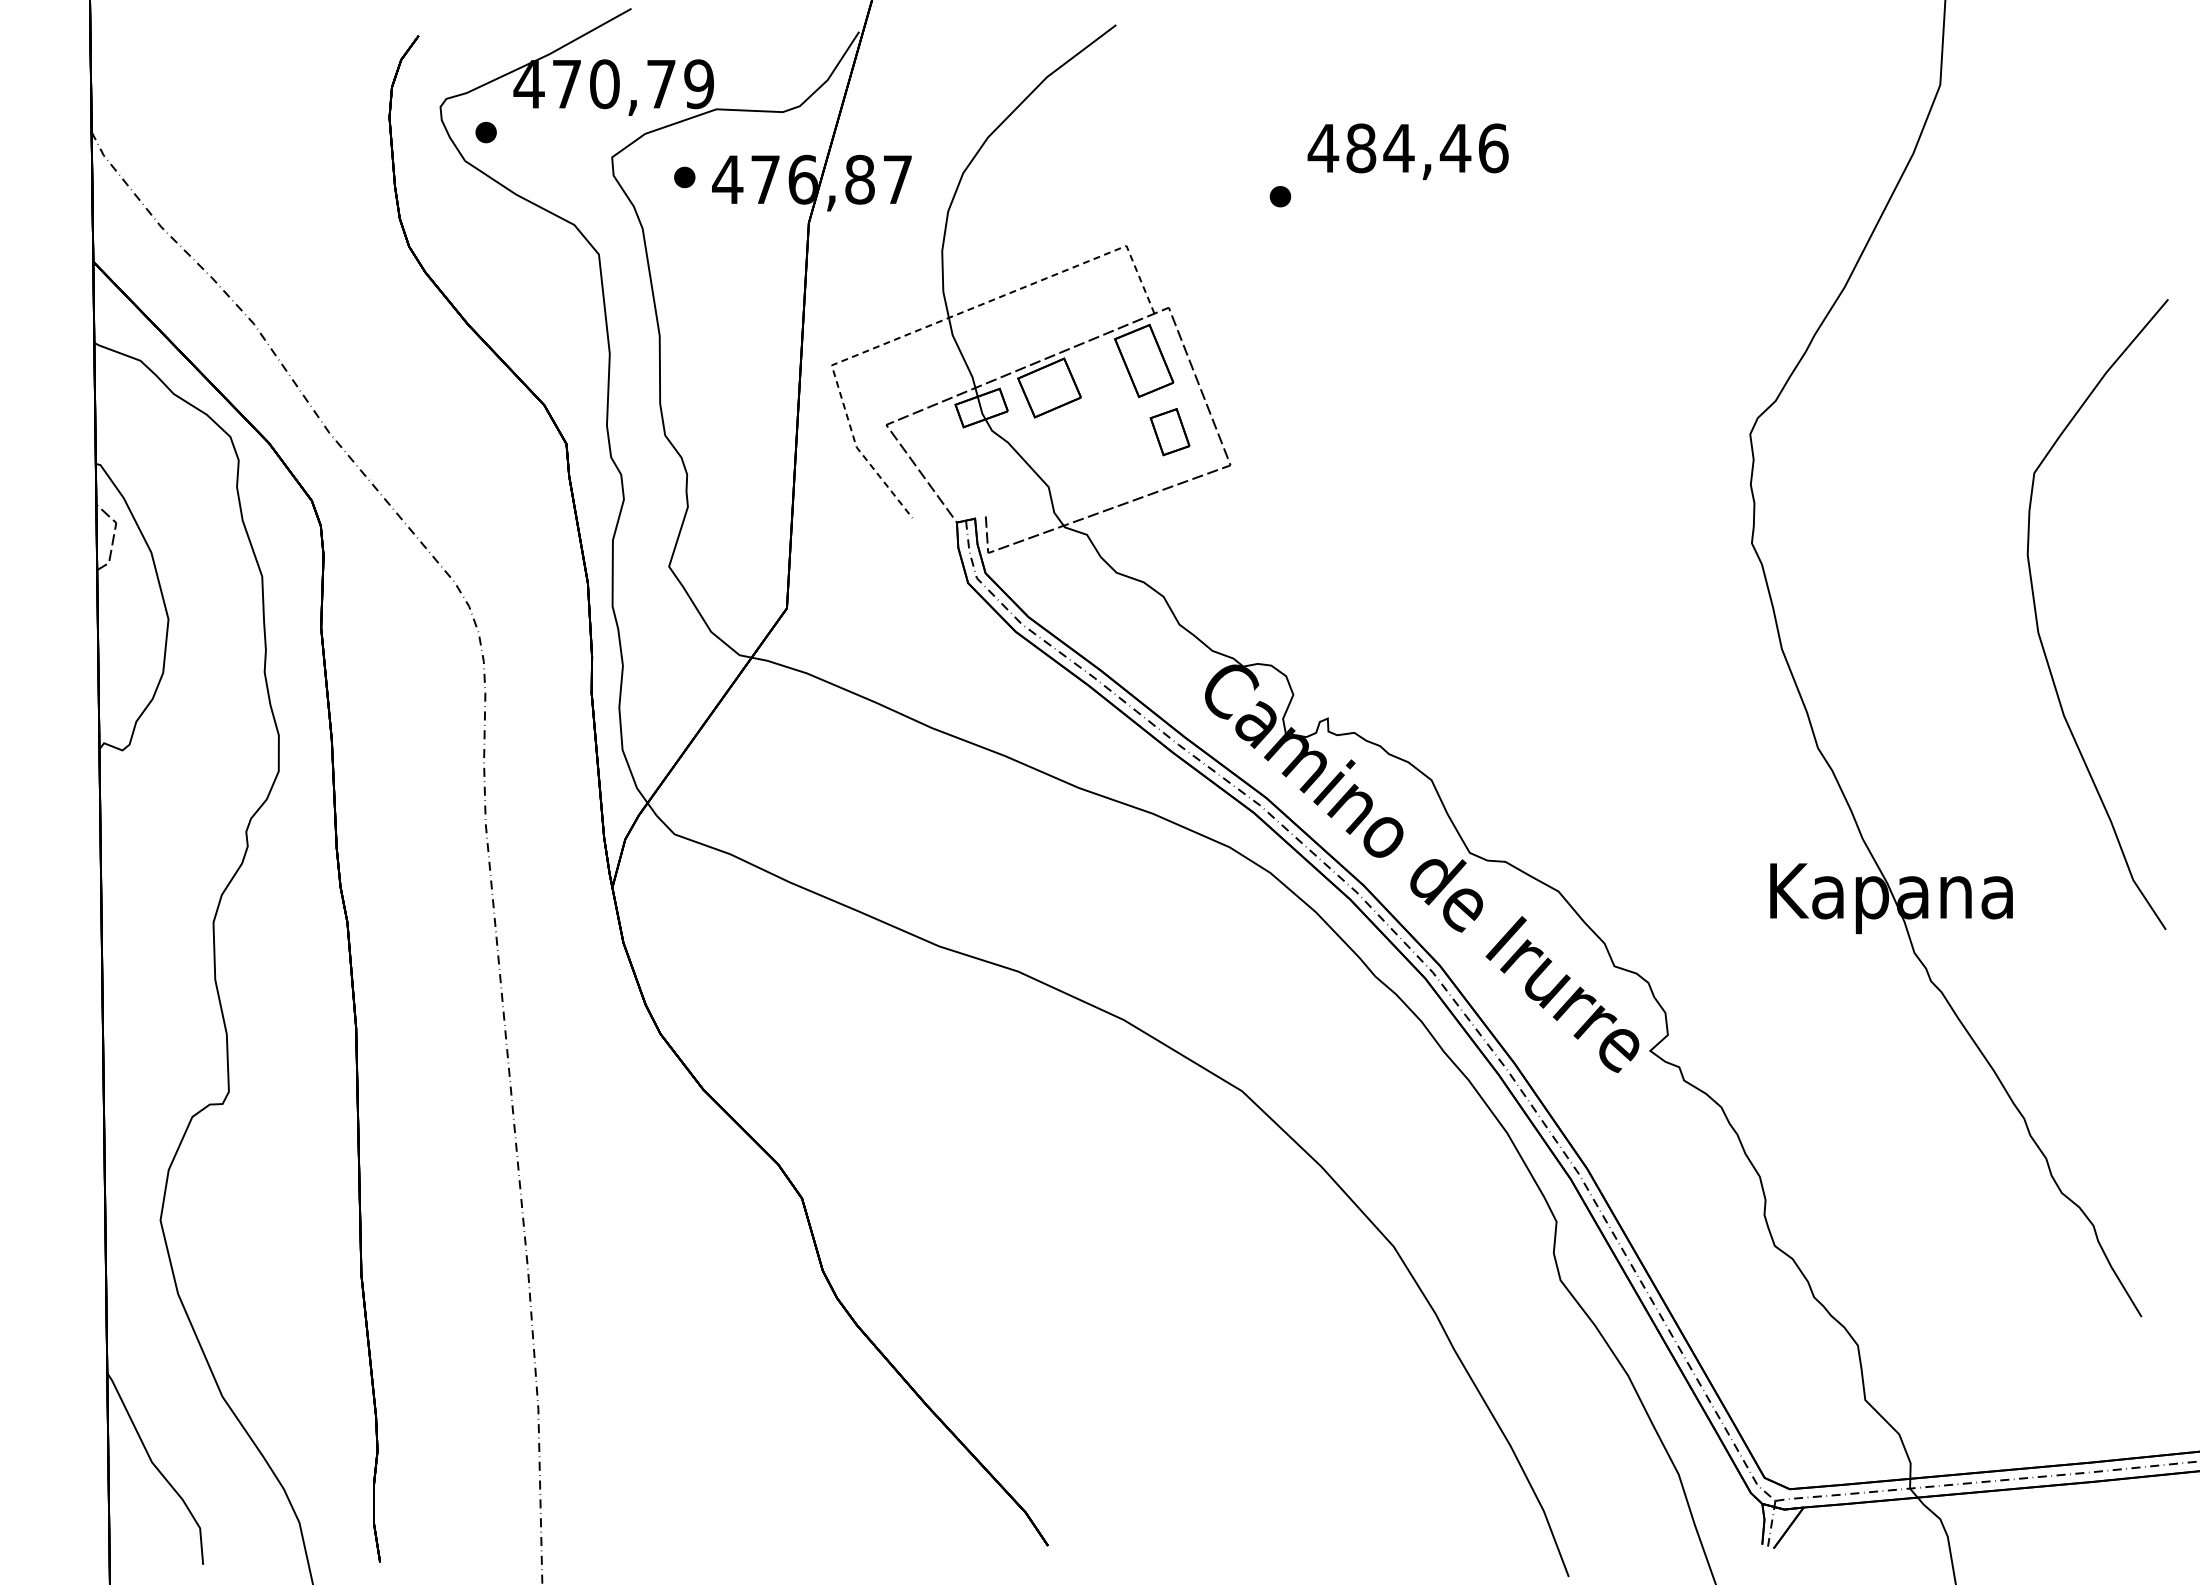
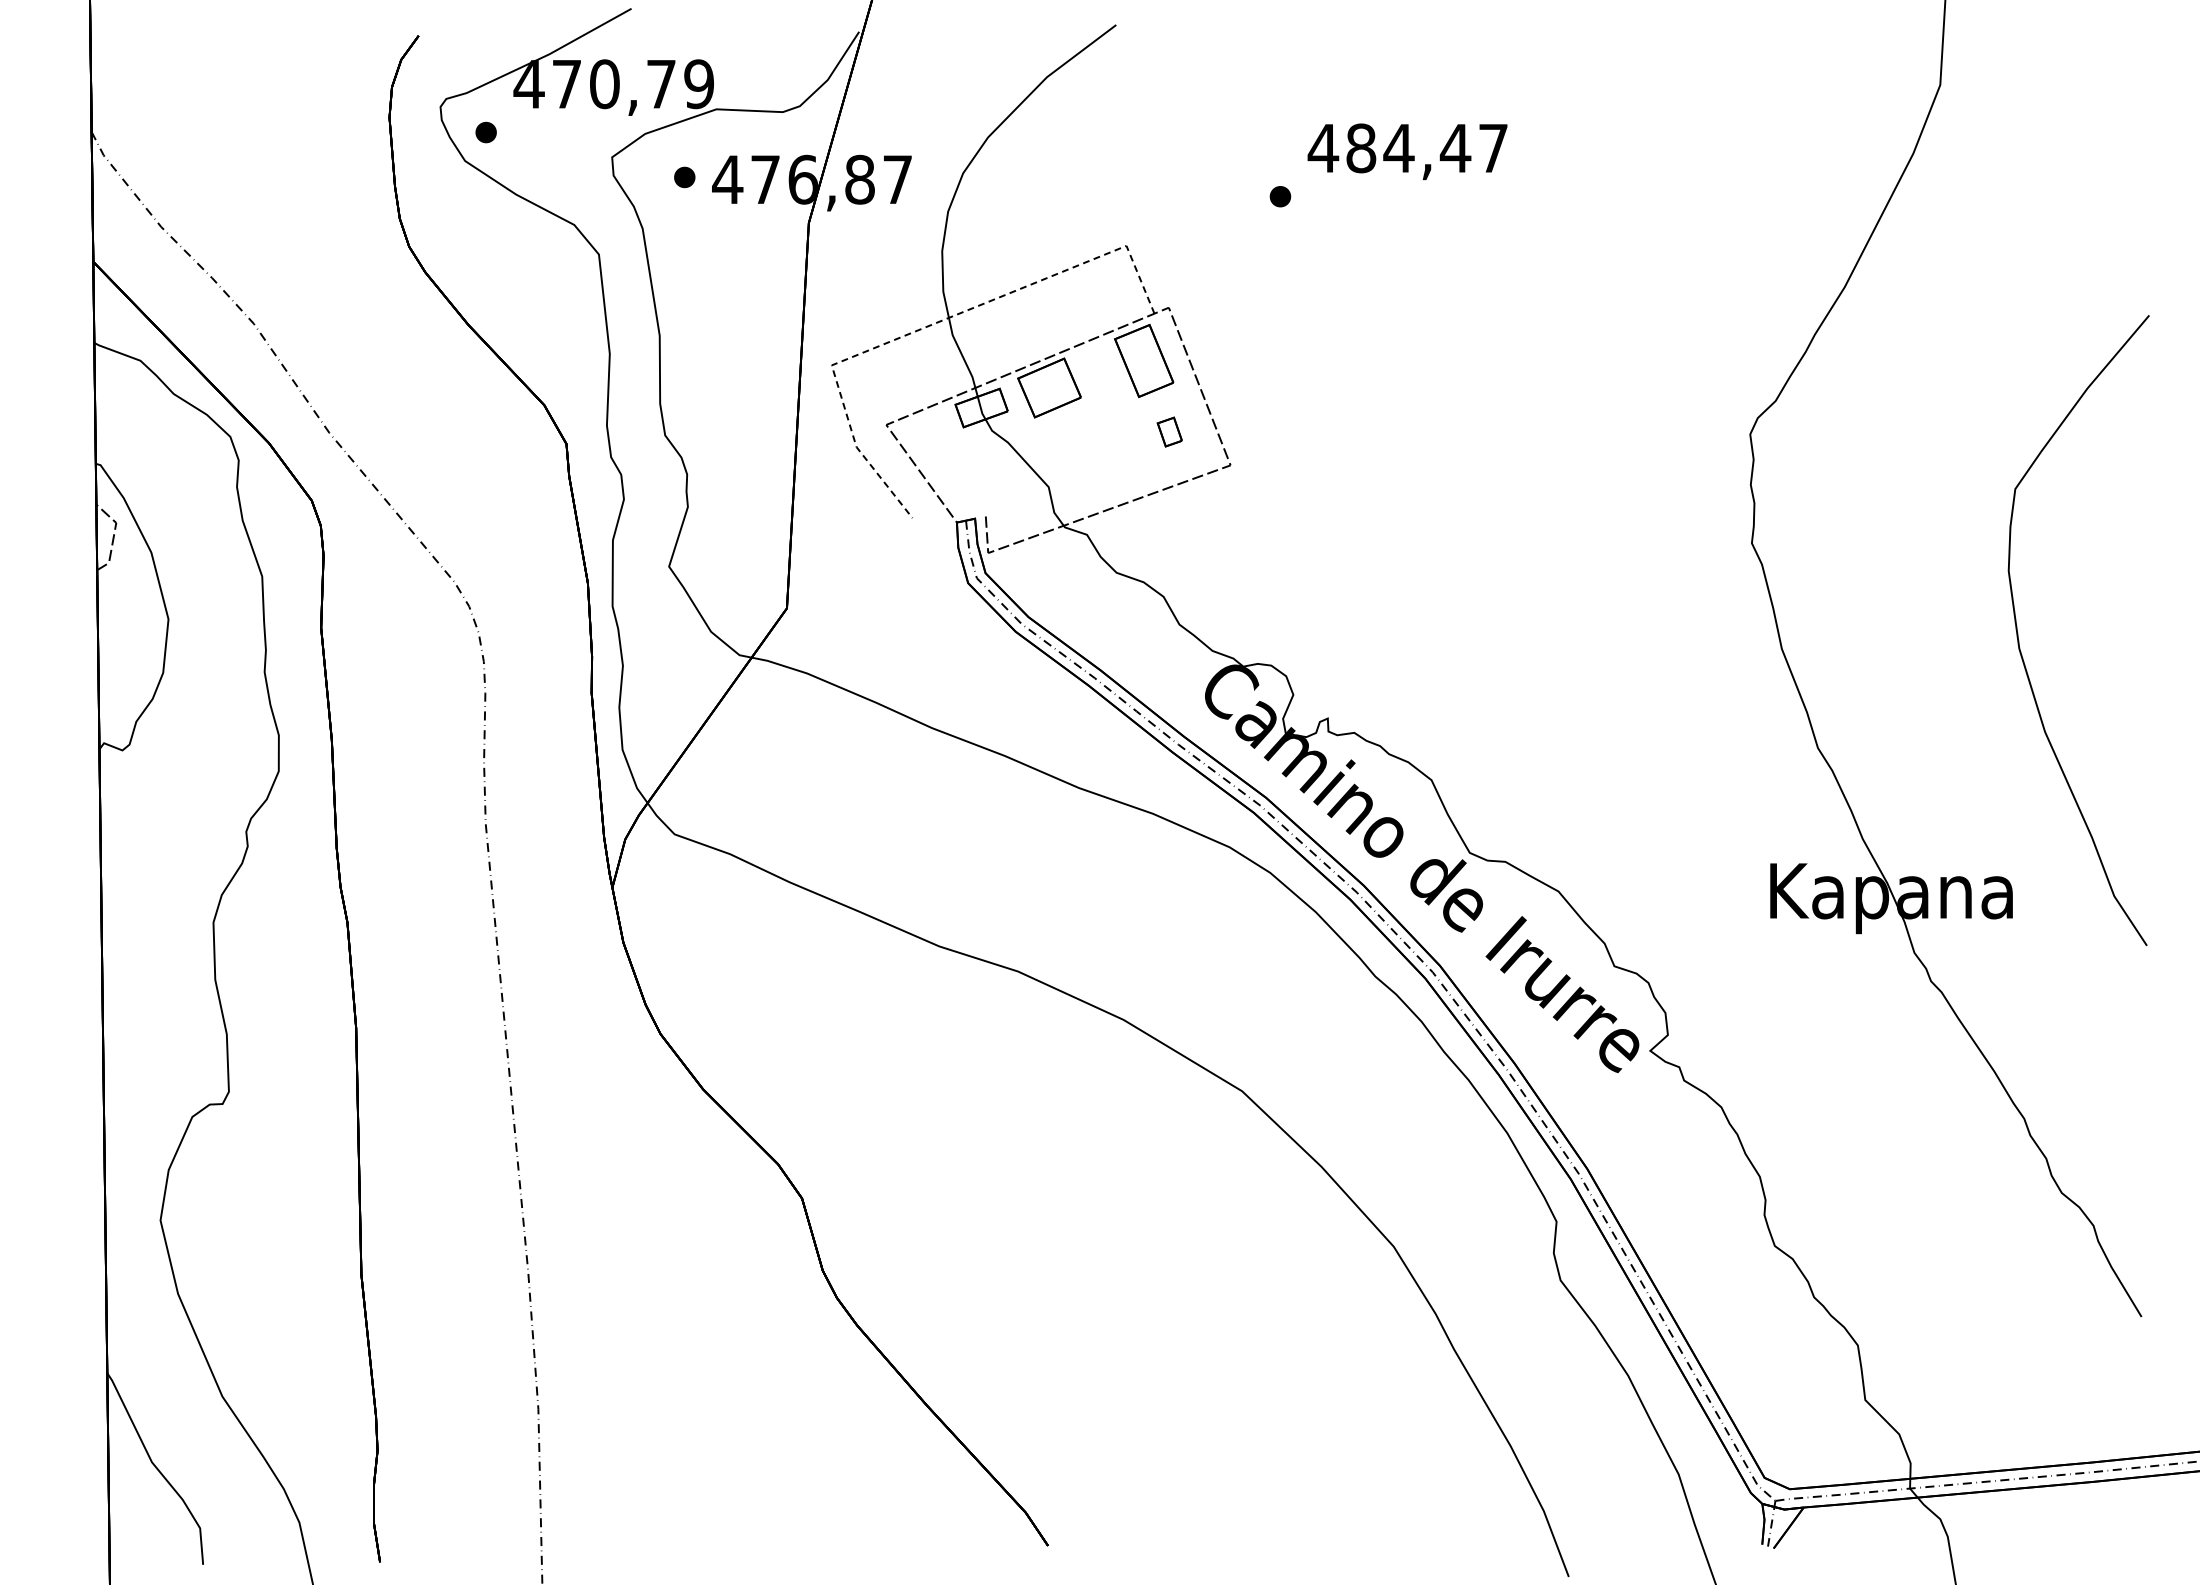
text at (1493, 148): 484,46 -> 484,47
part at (1169, 432) size: 42x49 px -> 27x32 px
curve at (2038, 624) position: (2038, 624) -> (2019, 640)
